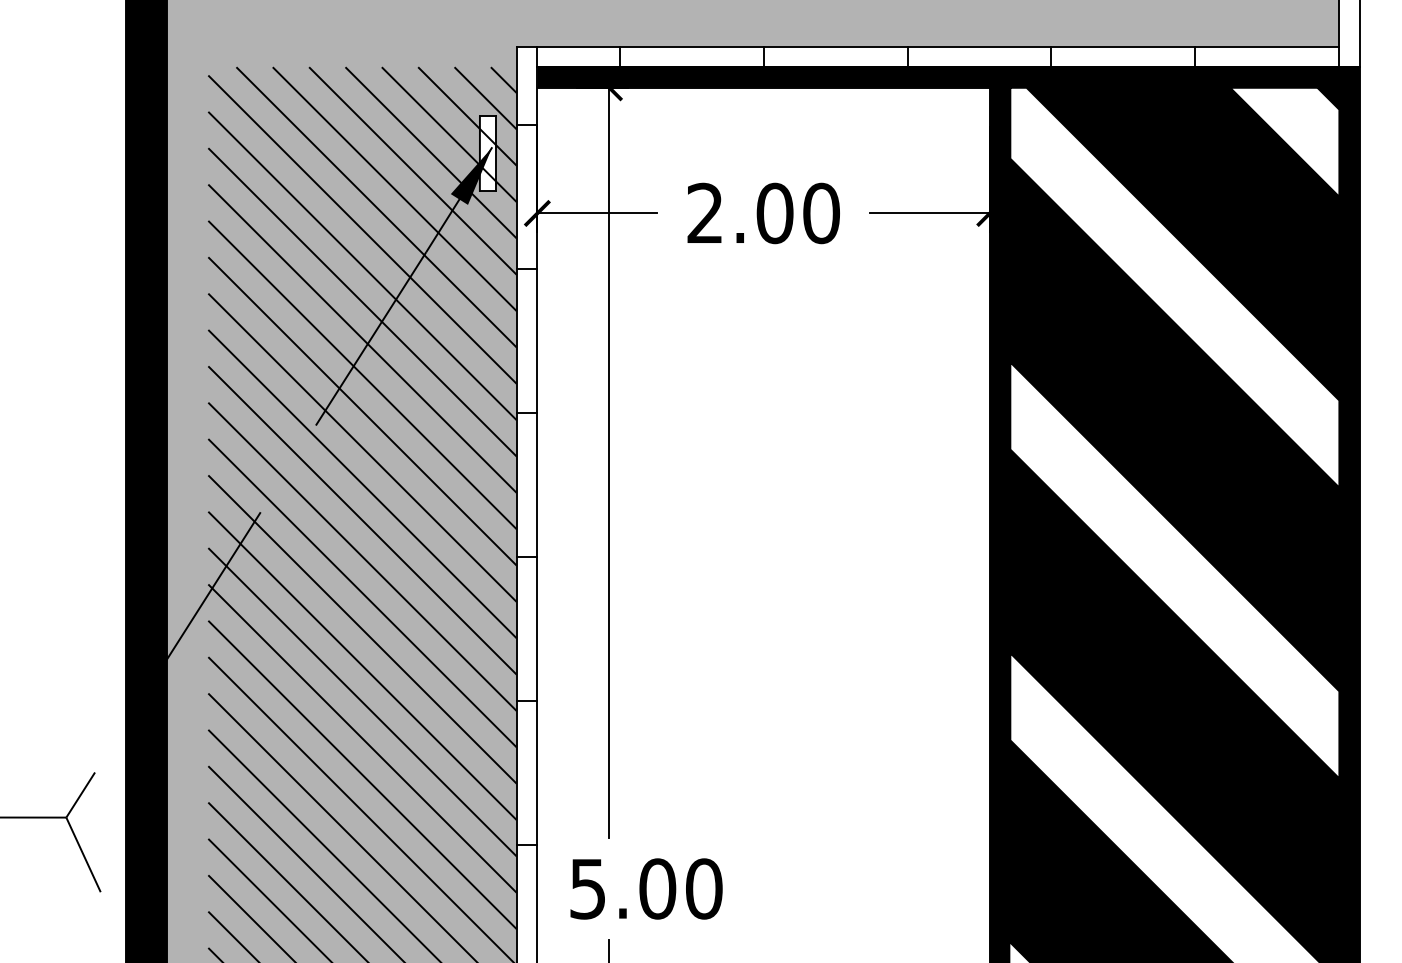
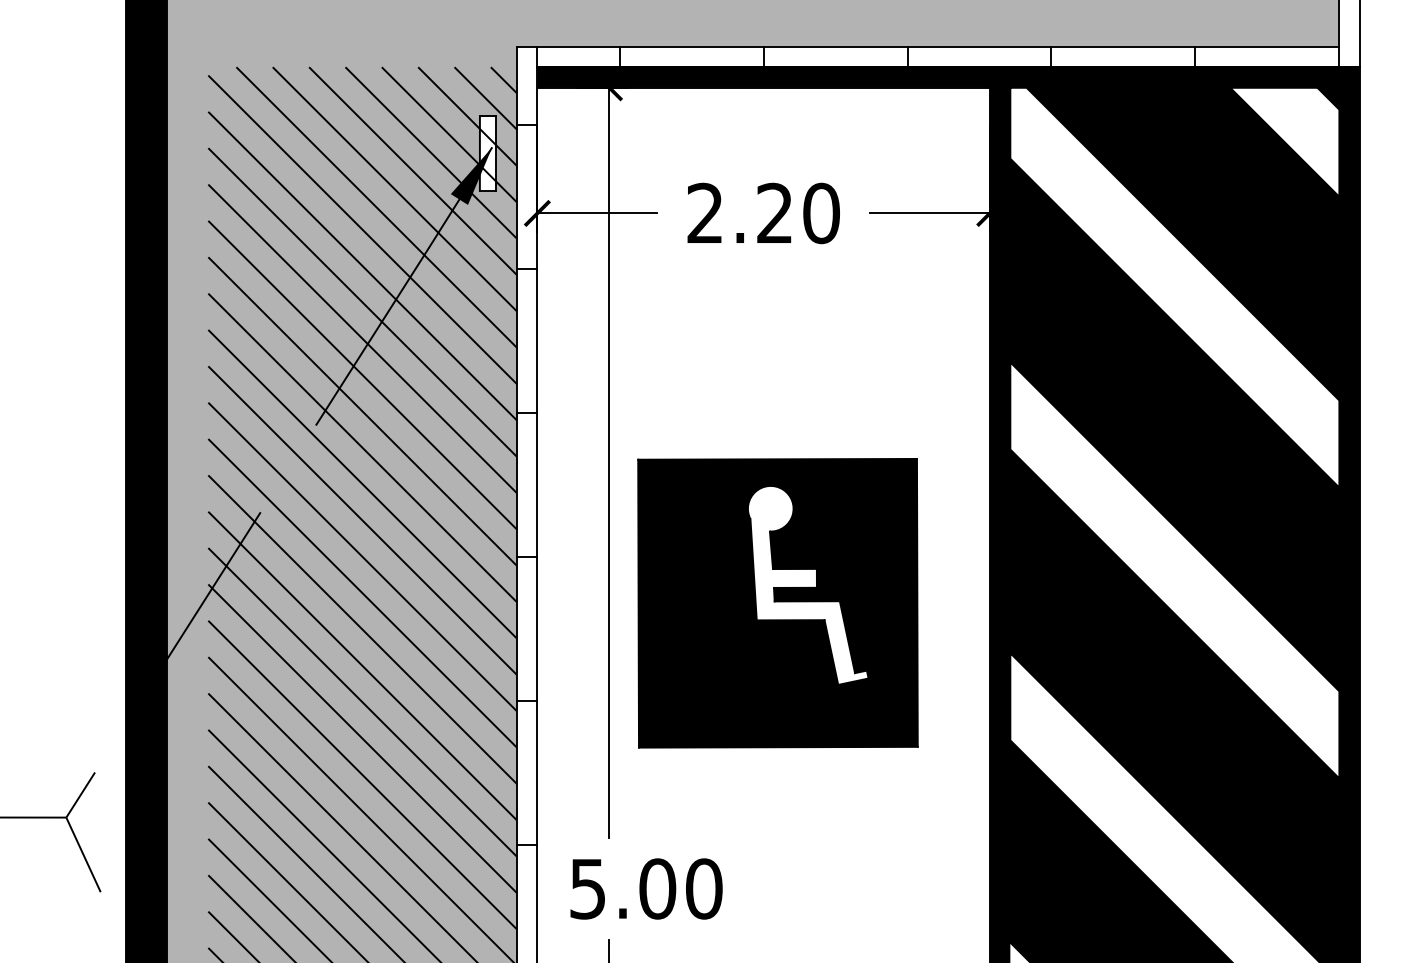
text at (774, 213): 2.00 -> 2.20
part at (777, 603): none -> present
